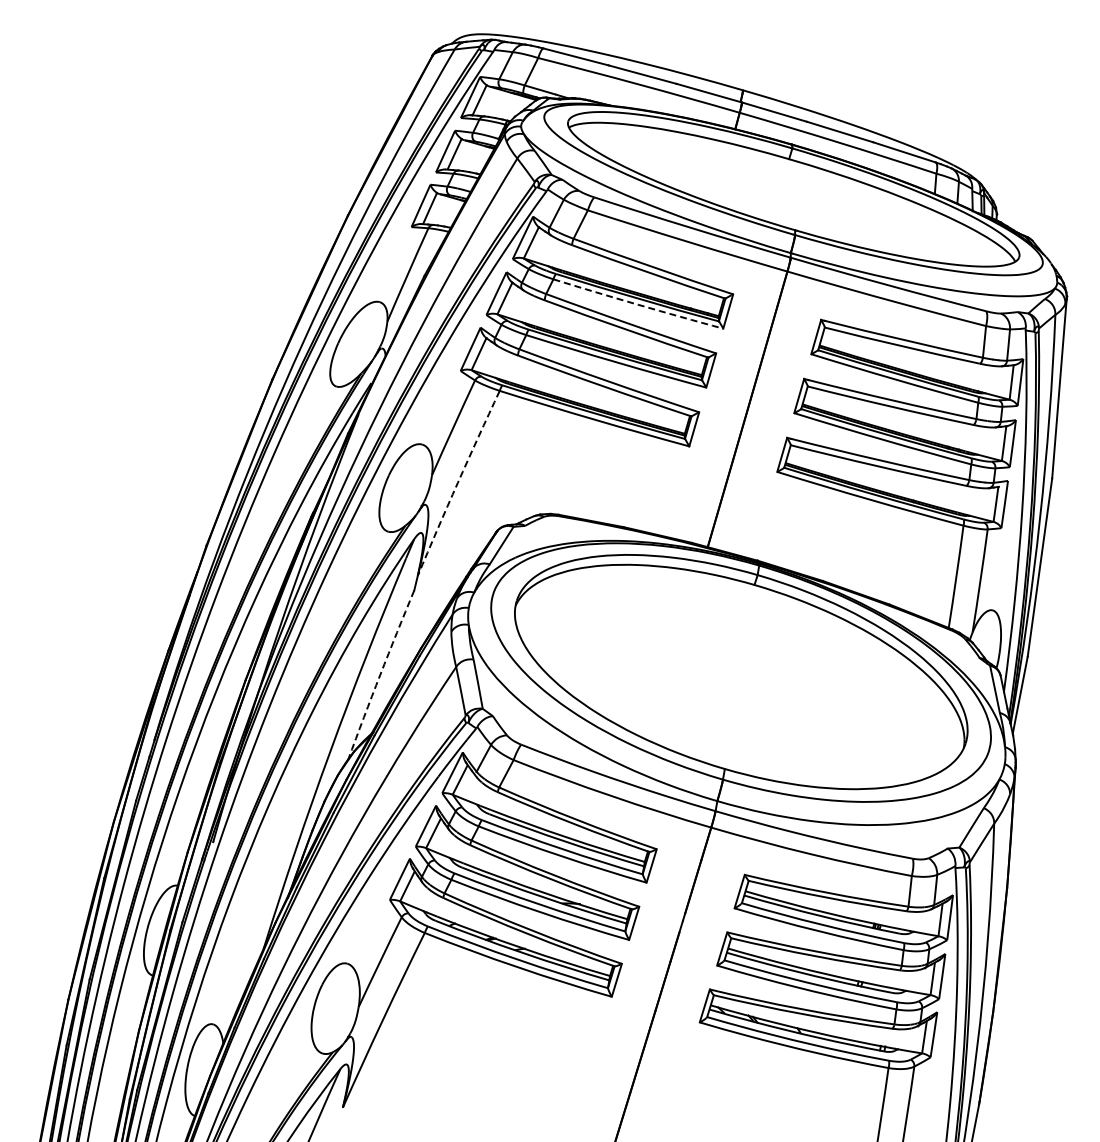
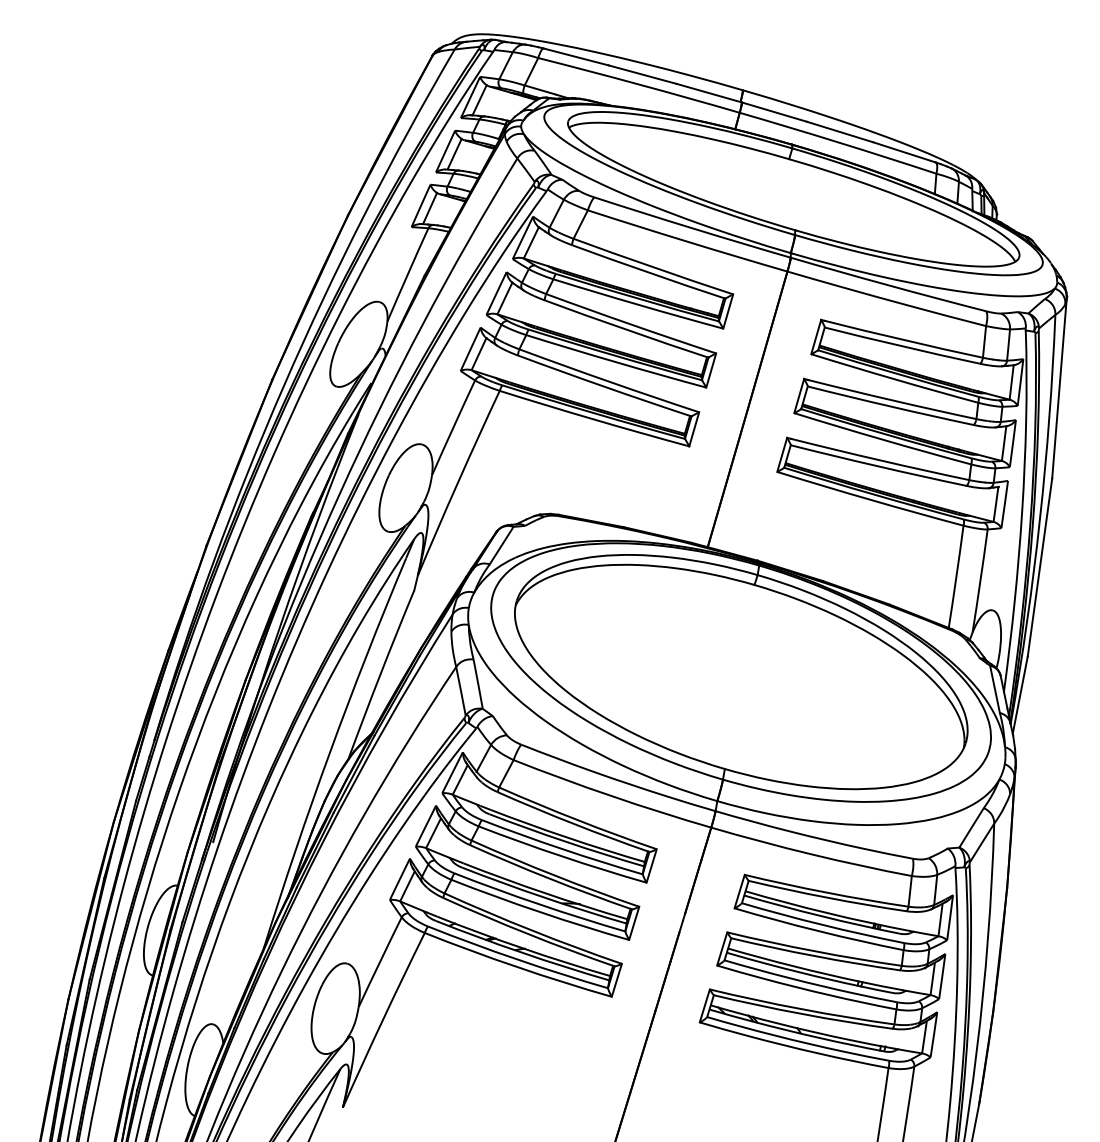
arc at (638, 304): dashed -> solid
arc at (457, 482): dashed -> solid
arc at (380, 674): dashed -> solid
